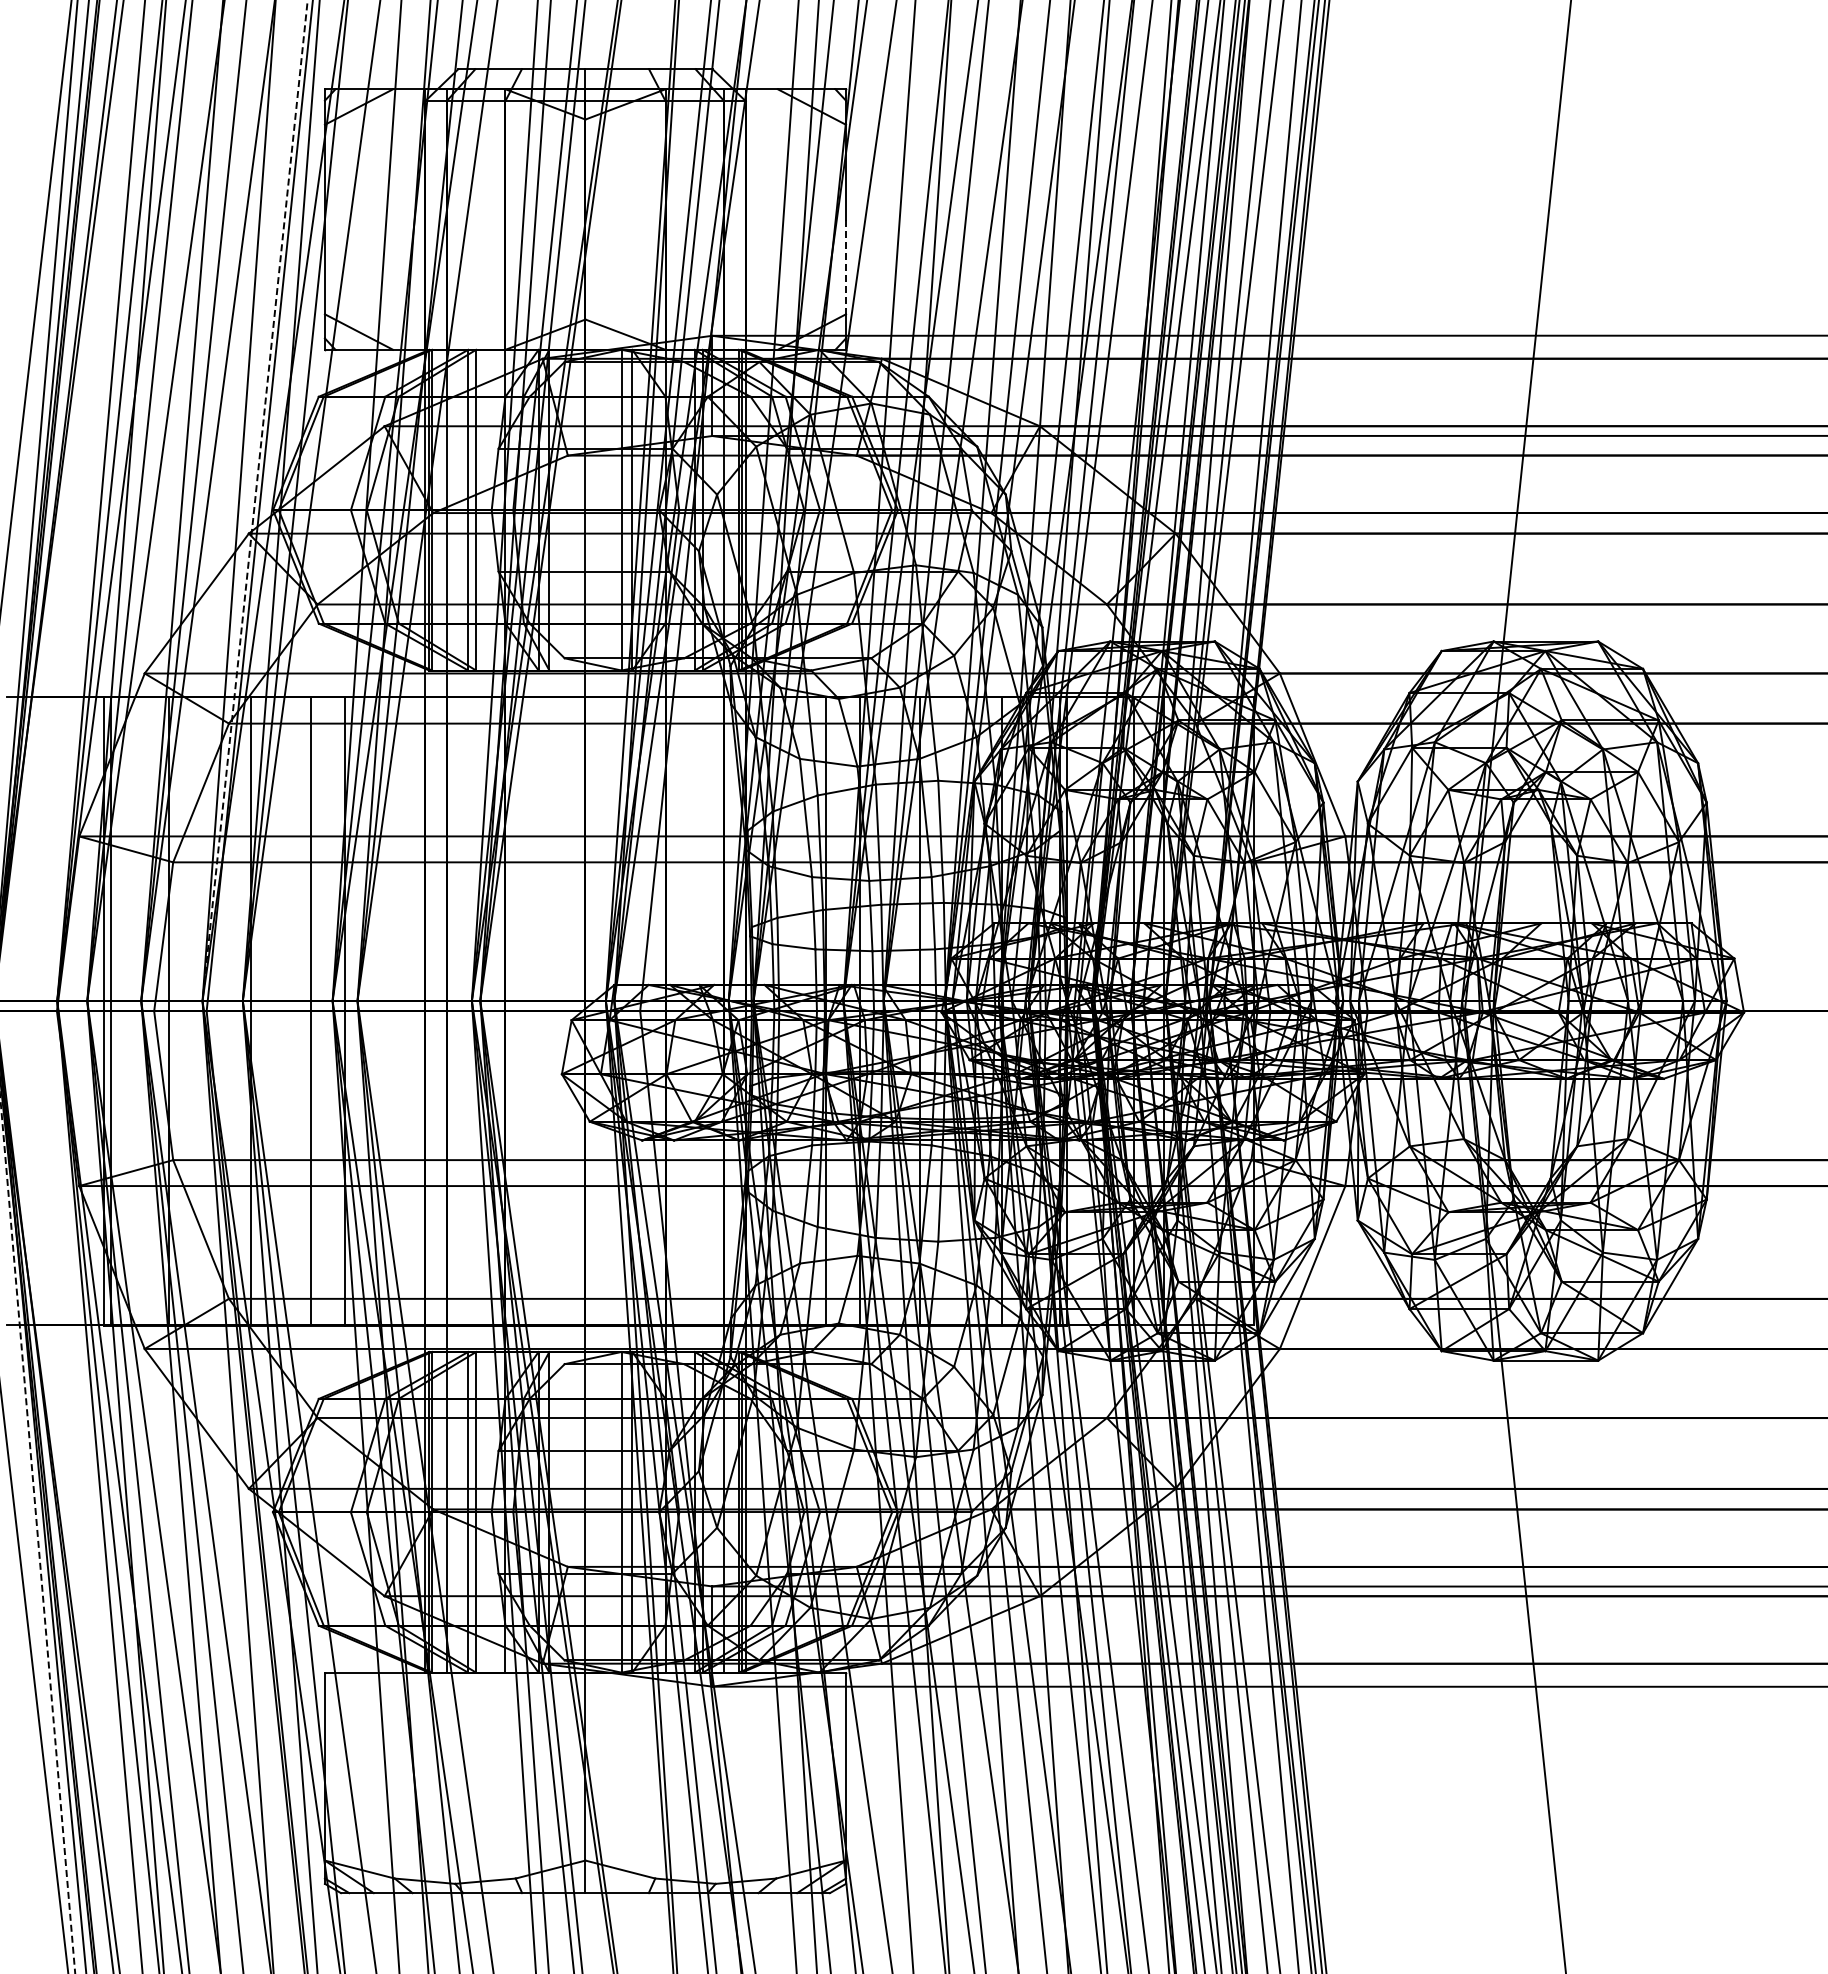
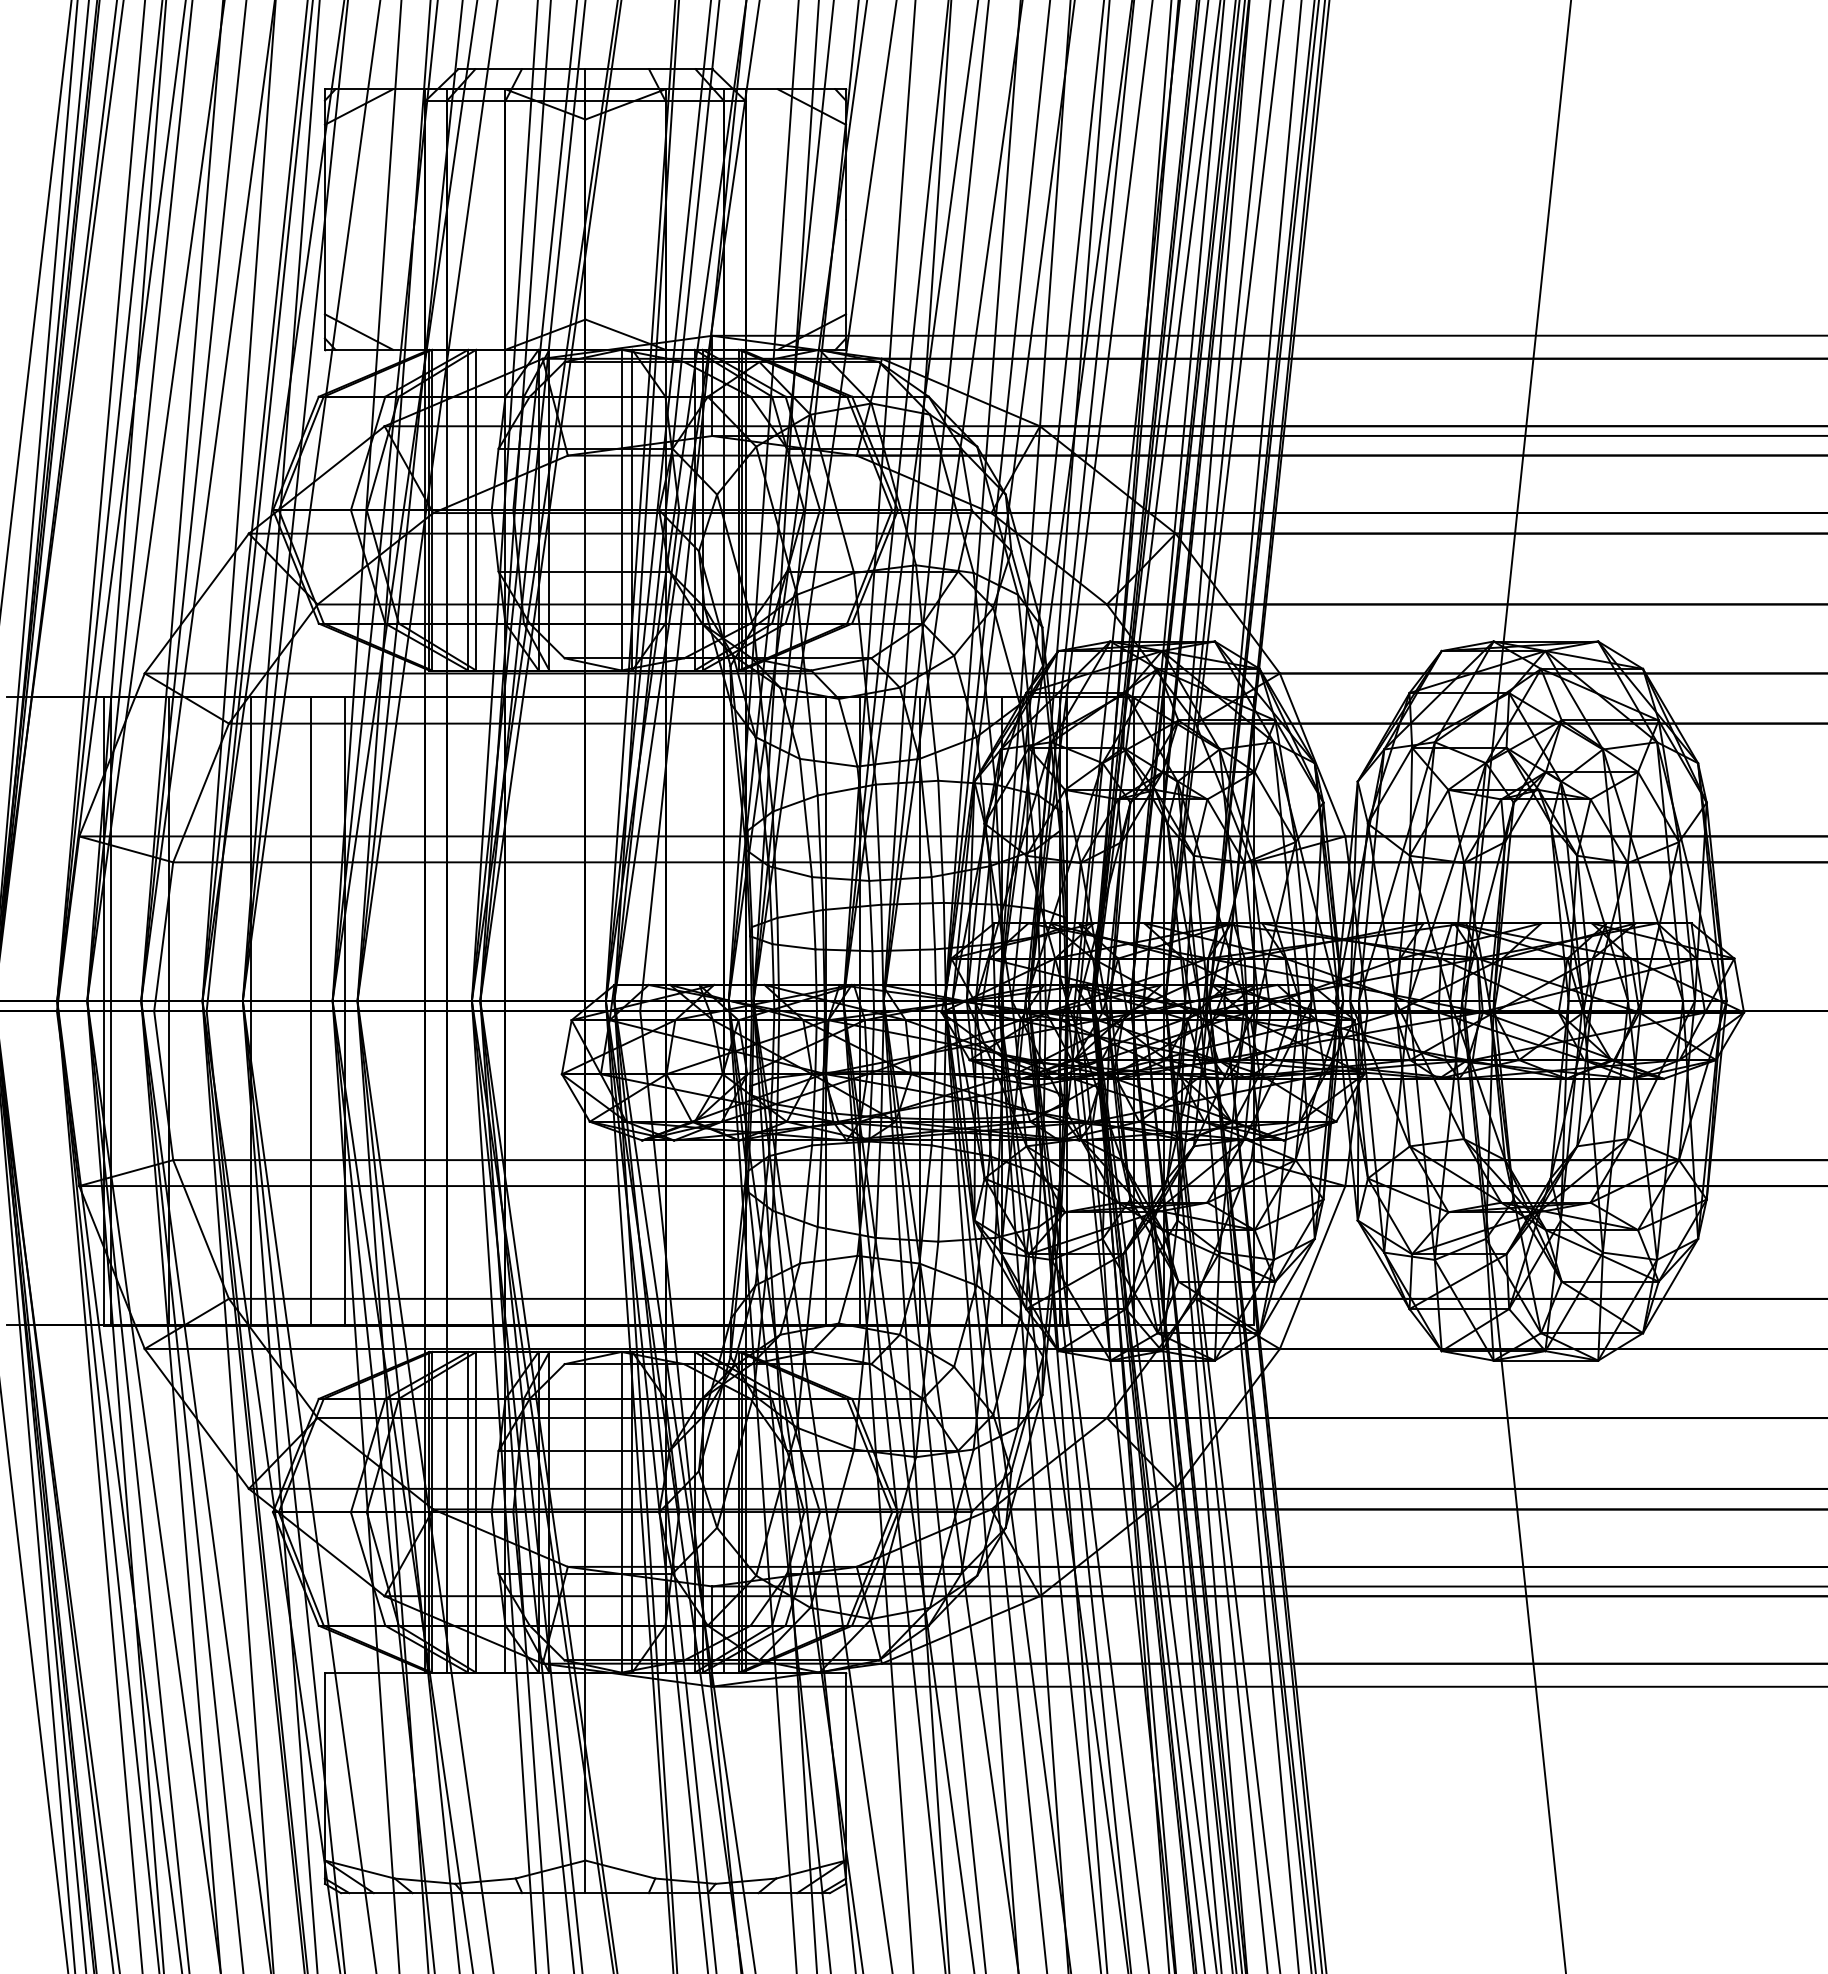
line at (846, 267): dashed -> solid
line at (255, 500): dashed -> solid
line at (37, 1533): dashed -> solid
